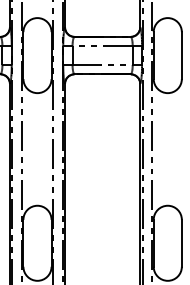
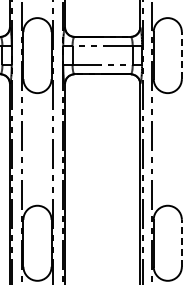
line at (181, 55): solid -> dashed
line at (181, 242): solid -> dashed
